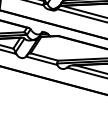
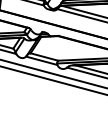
line at (53, 80) position: (53, 80) -> (53, 73)
